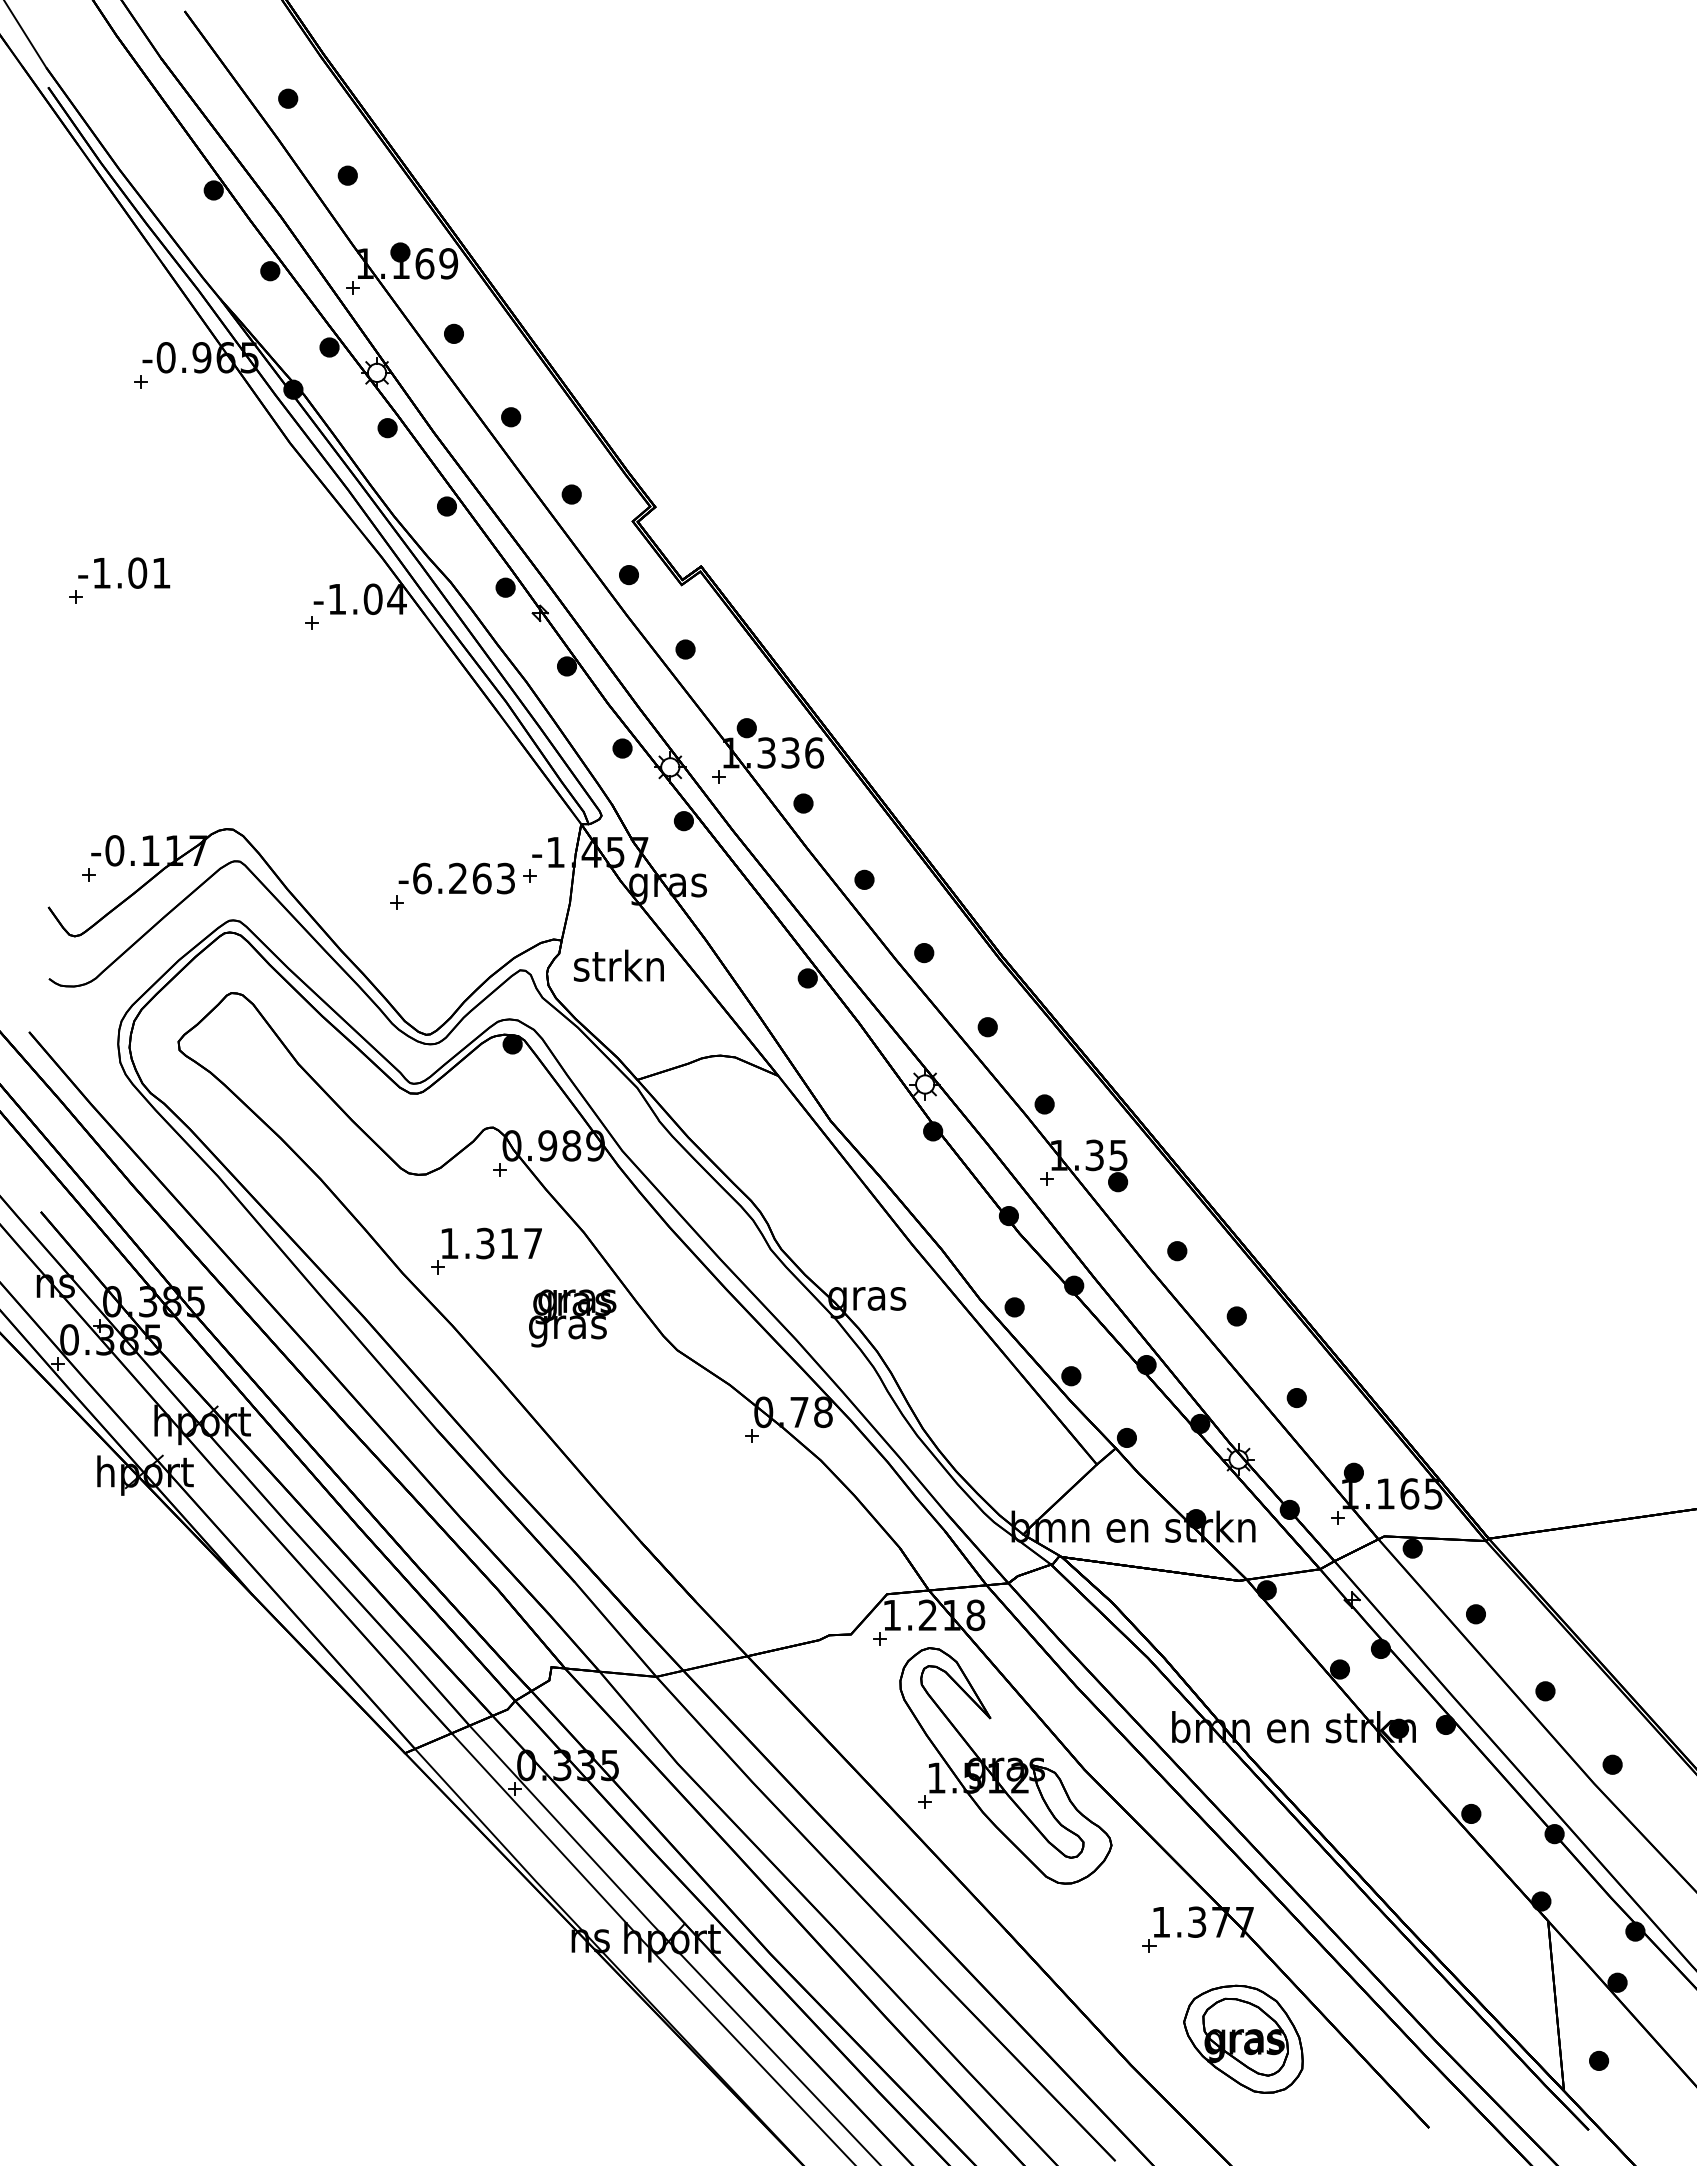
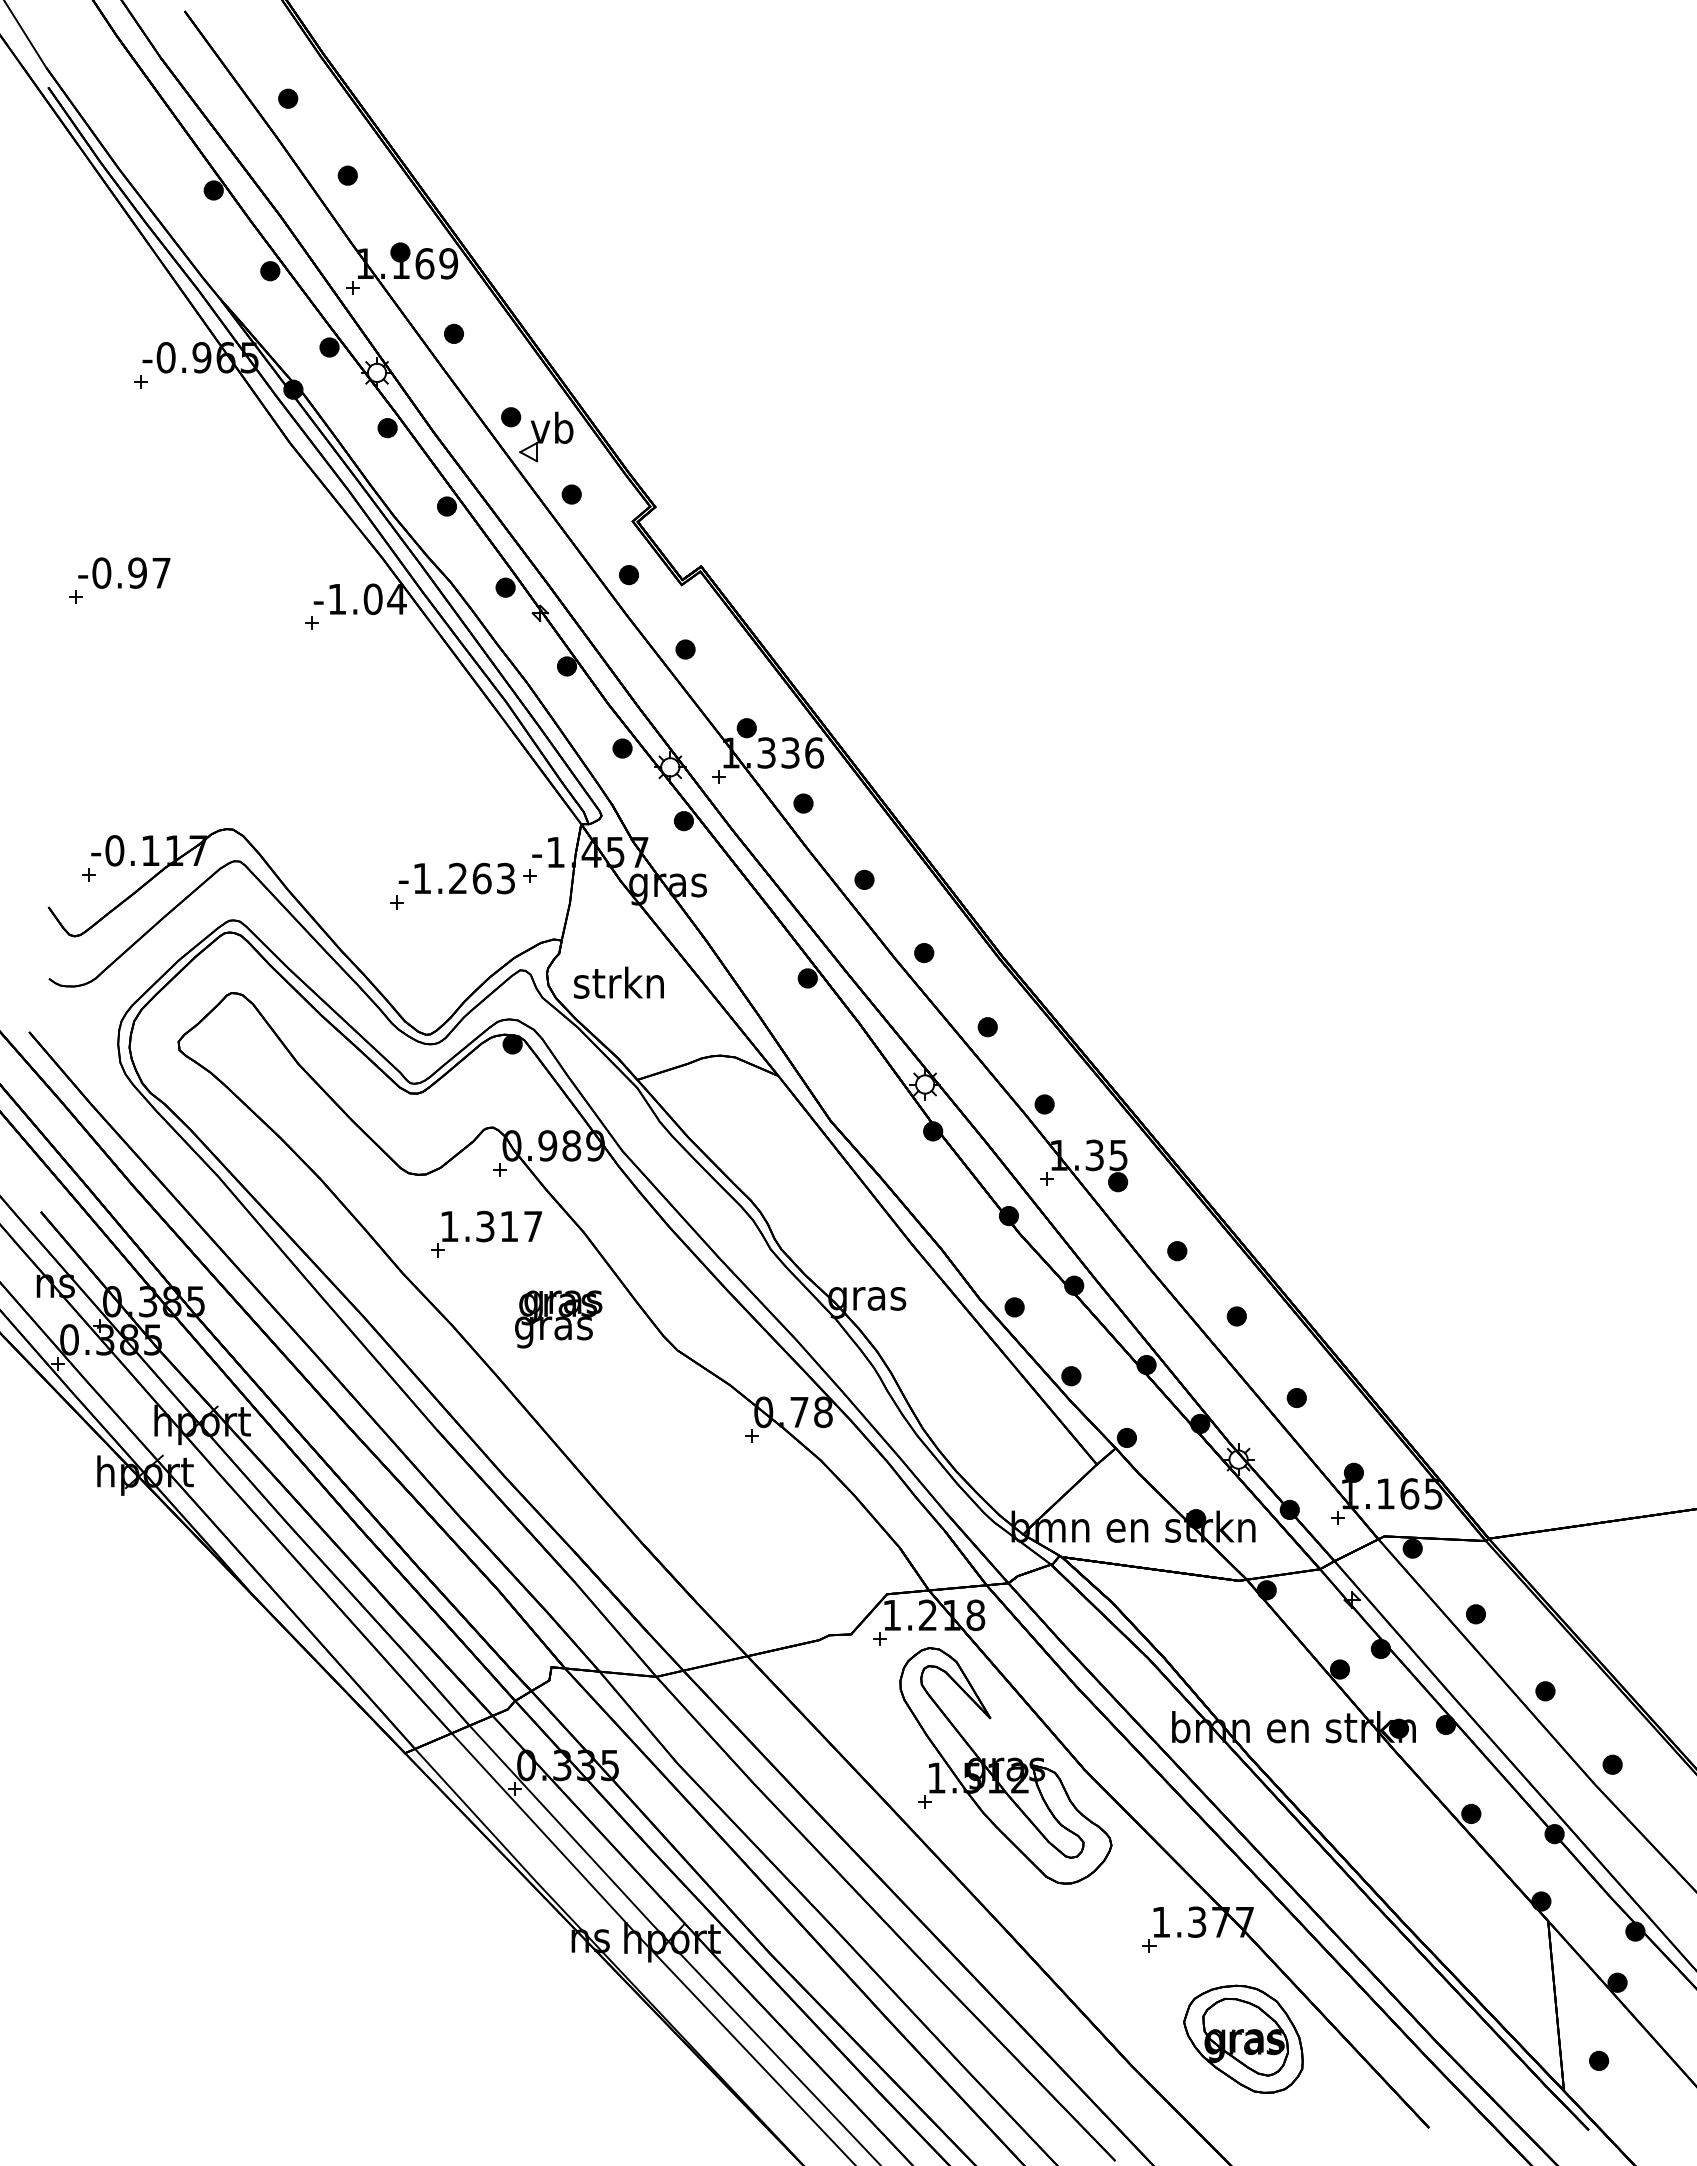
part at (546, 436): none -> present
text at (131, 572): -1.01 -> -0.97
text at (422, 878): -6.263 -> -1.263
text at (618, 965) position: (618, 965) -> (618, 982)
part at (486, 1250) position: (486, 1250) -> (486, 1233)
text at (572, 1318) position: (572, 1318) -> (558, 1319)
